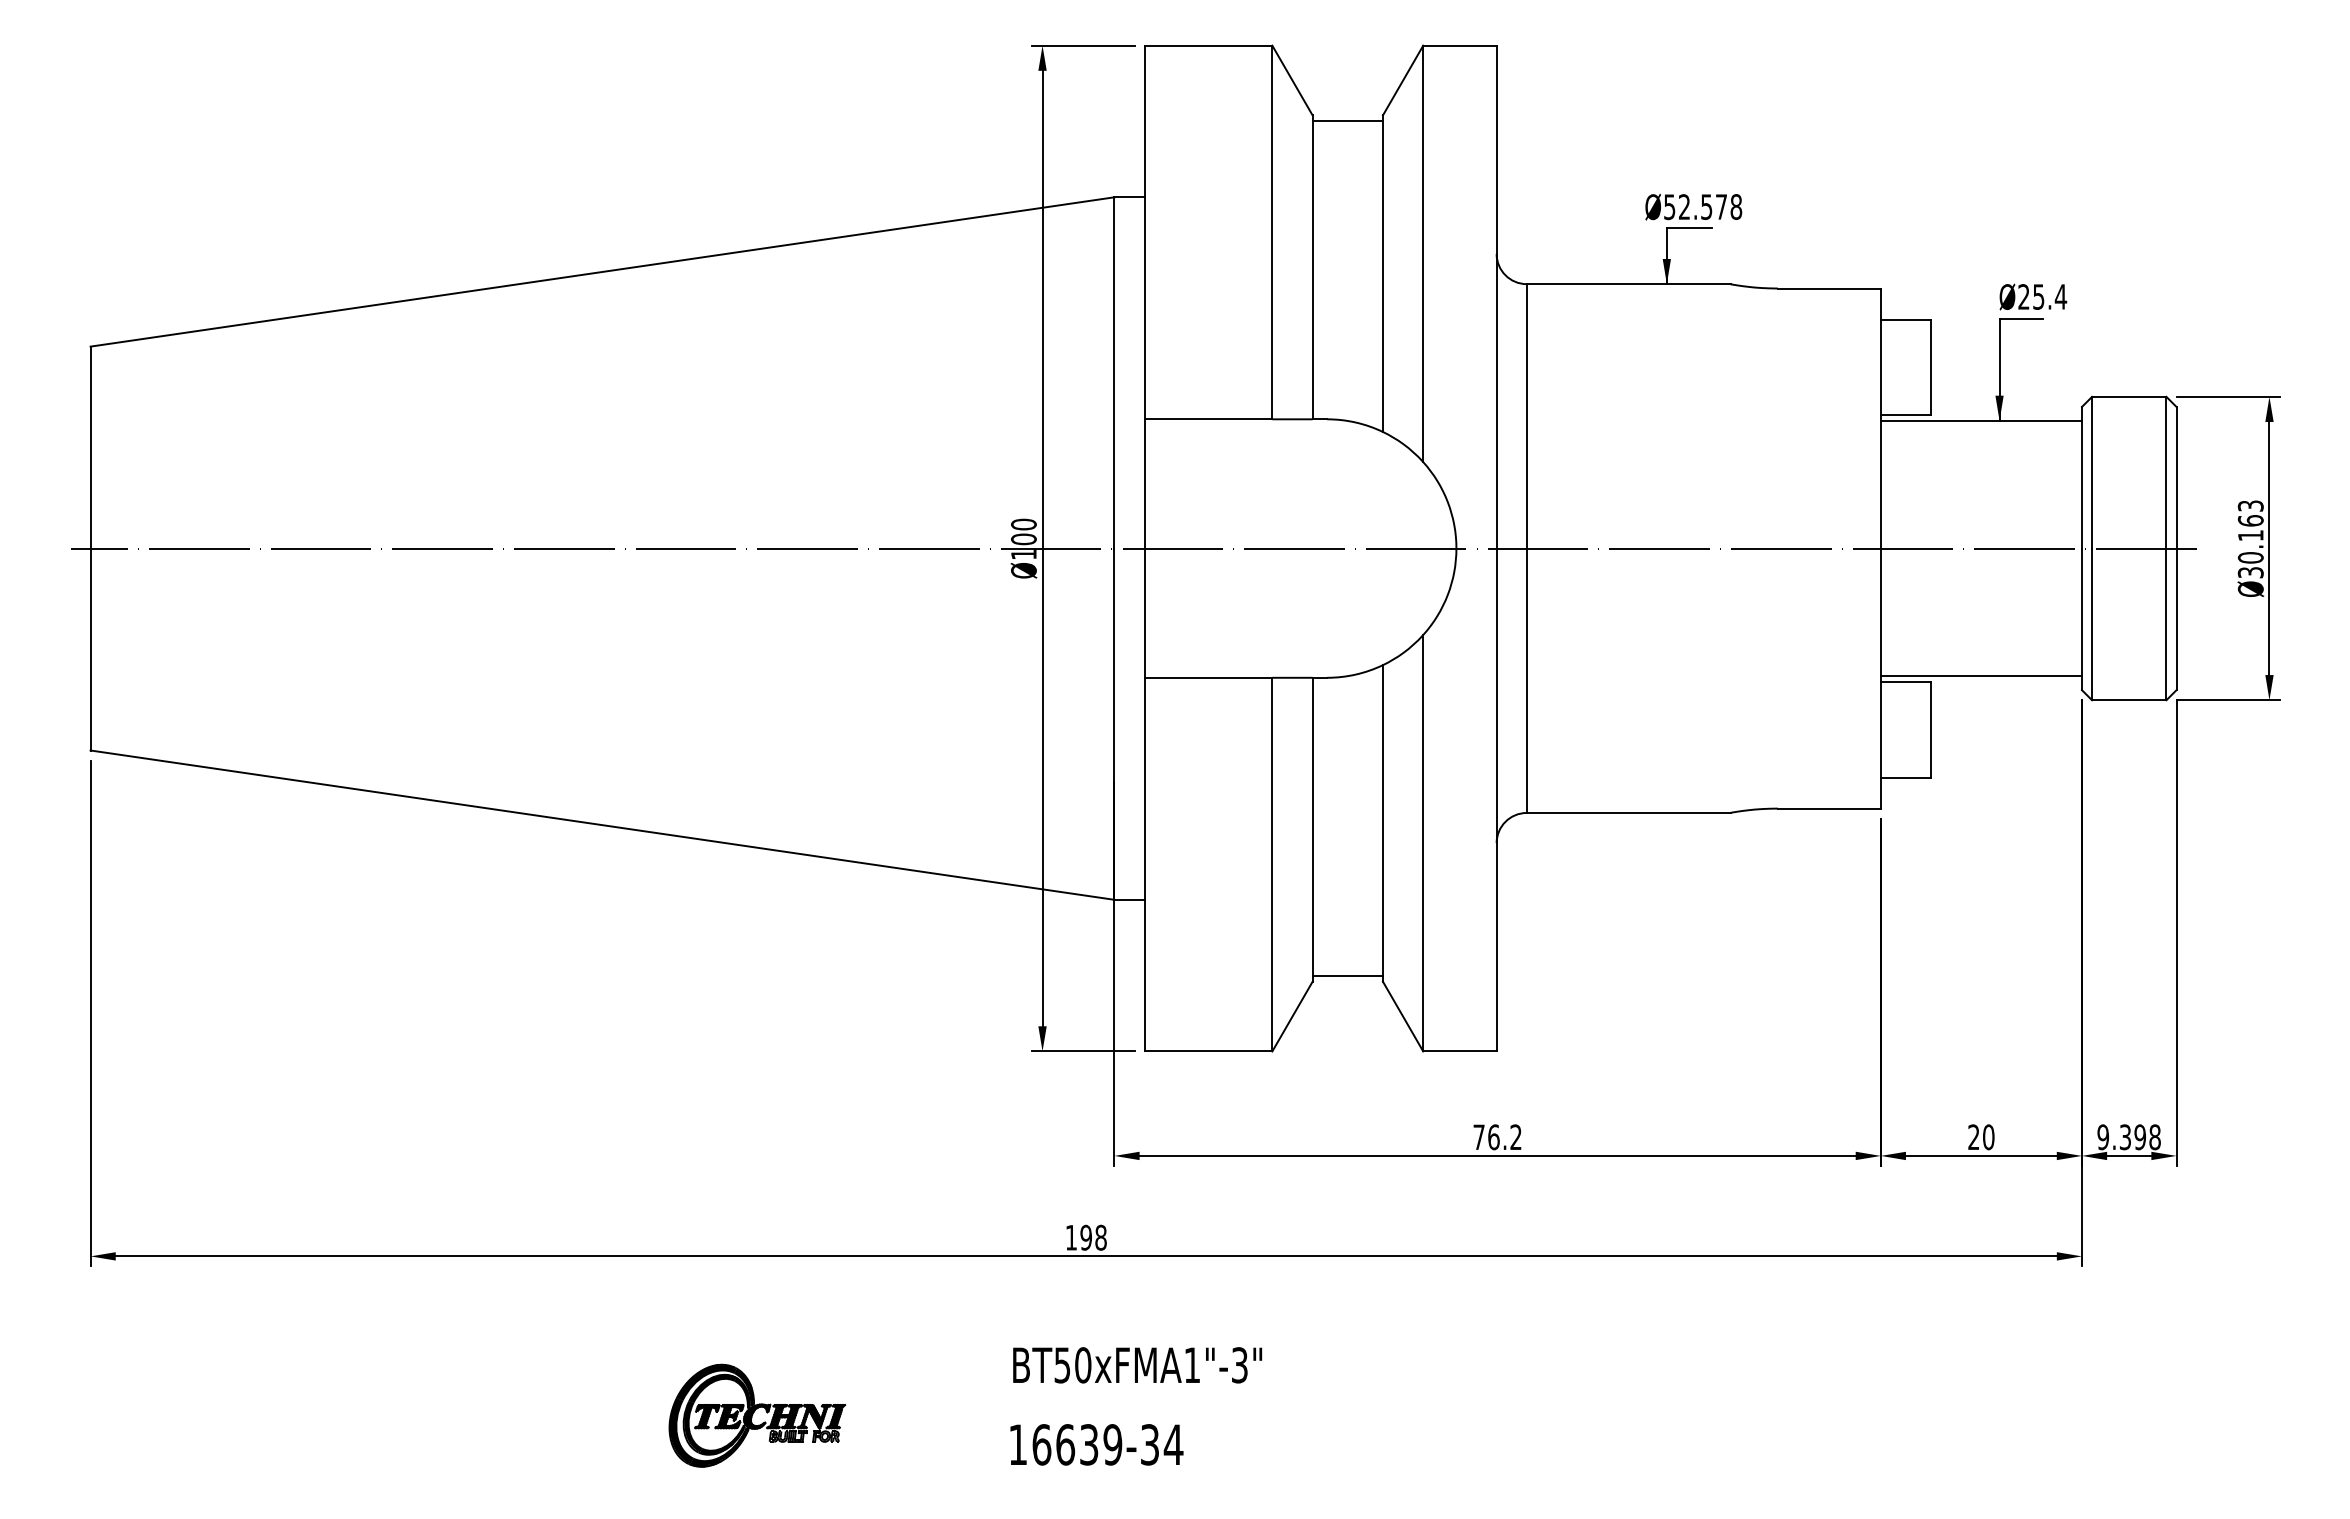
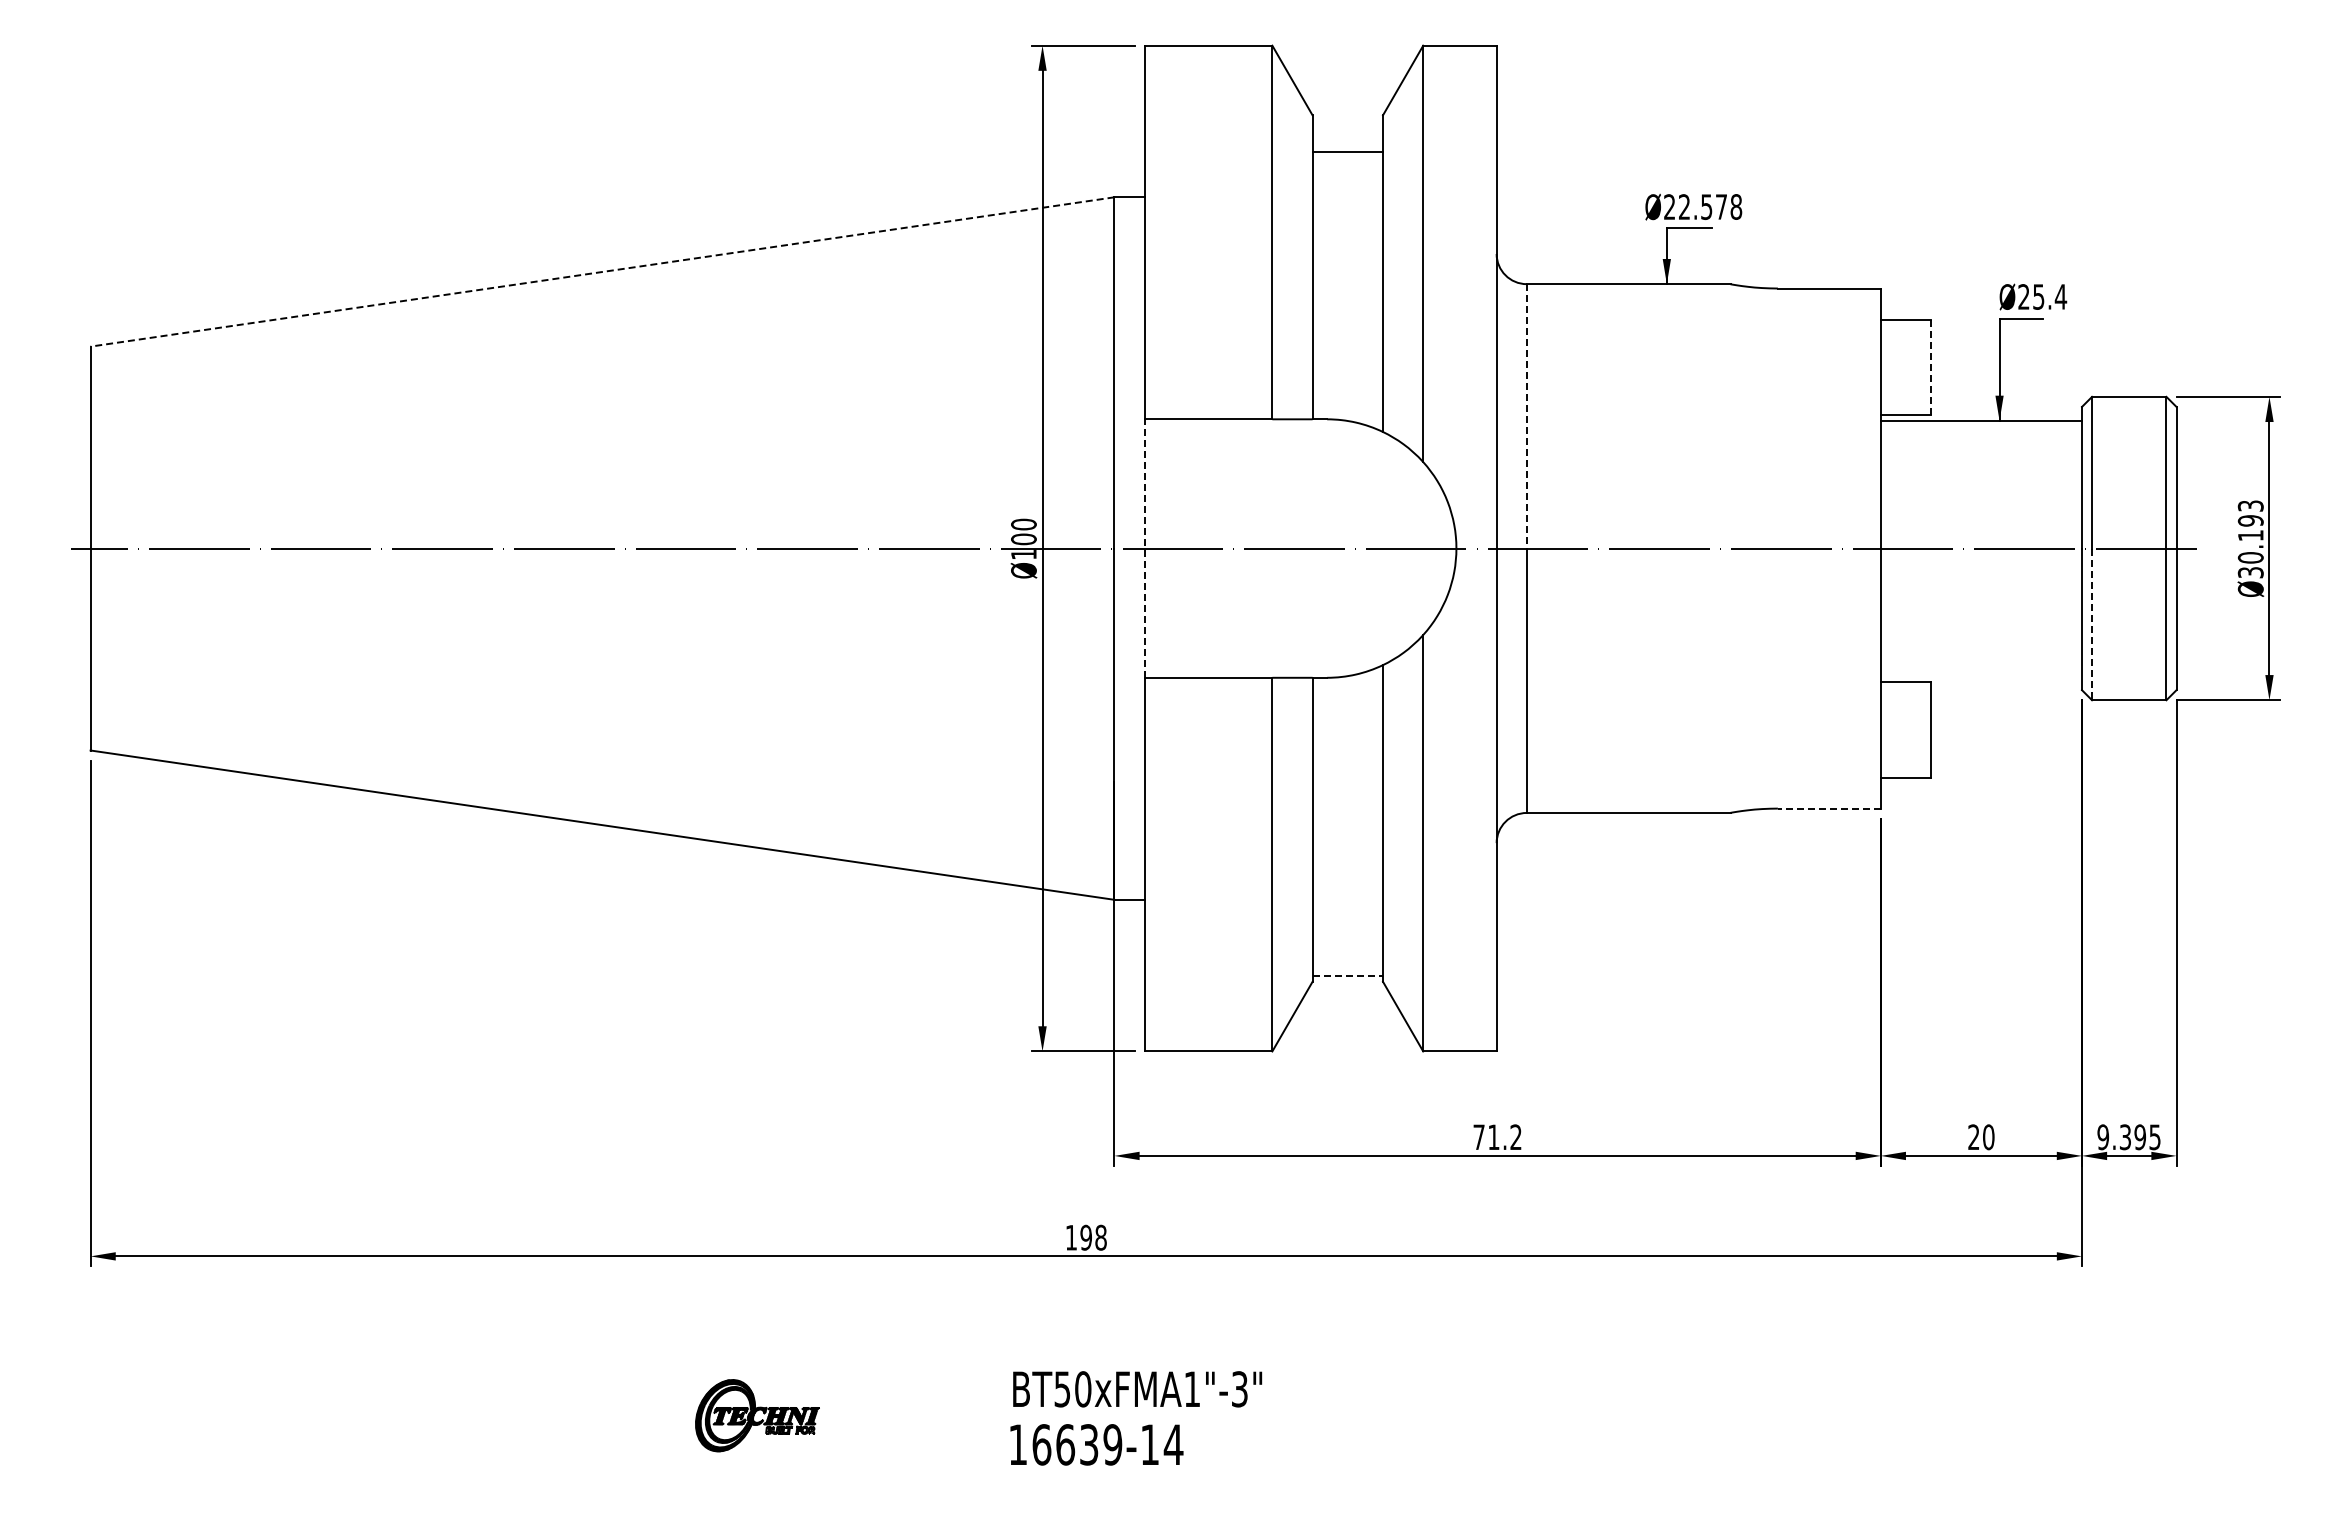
line at (1347, 121) position: (1347, 121) -> (1347, 152)
text at (1669, 207): Ø52.578 -> Ø22.578
line at (602, 272): solid -> dashed
line at (1931, 367): solid -> dashed
line at (1526, 416): solid -> dashed
text at (2250, 520): Ø30.163 -> Ø30.193
line at (1144, 548): solid -> dashed
line at (2092, 624): solid -> dashed
line at (1981, 676): present -> none
line at (1828, 808): solid -> dashed
line at (1348, 976): solid -> dashed
text at (1493, 1137): 76.2 -> 71.2
text at (2154, 1137): 9.398 -> 9.395
text at (1137, 1365) position: (1137, 1365) -> (1137, 1389)
part at (757, 1415) size: 179x105 px -> 125x74 px
text at (1149, 1444): 16639-34 -> 16639-14
